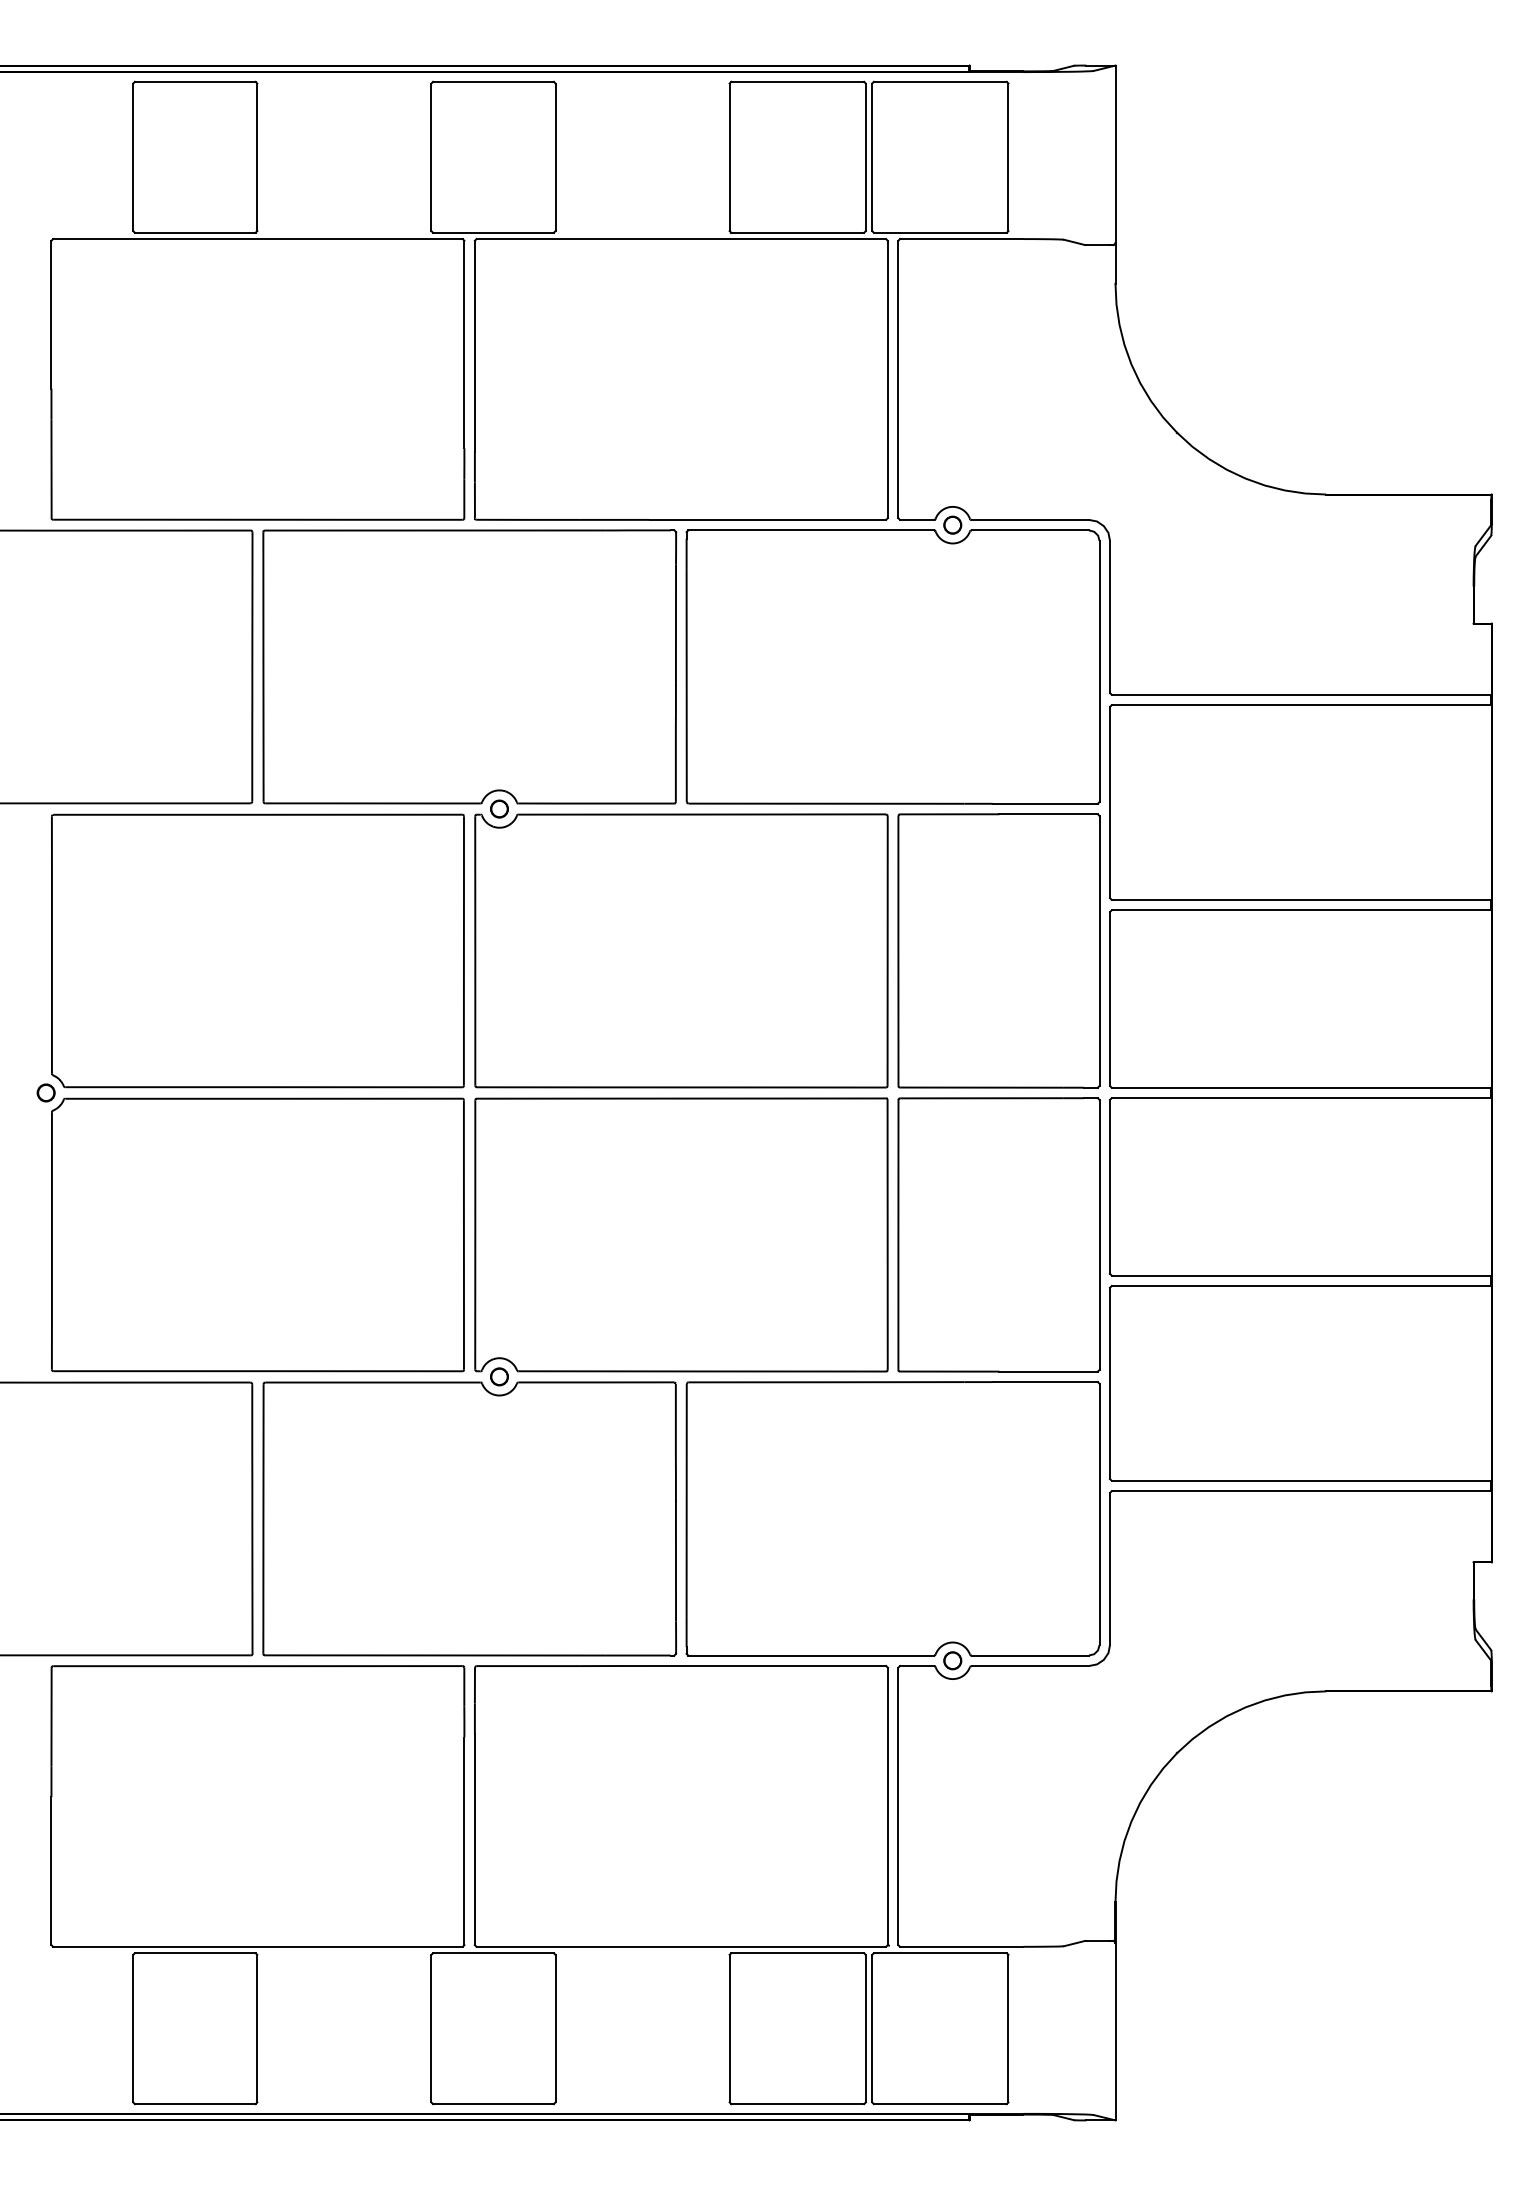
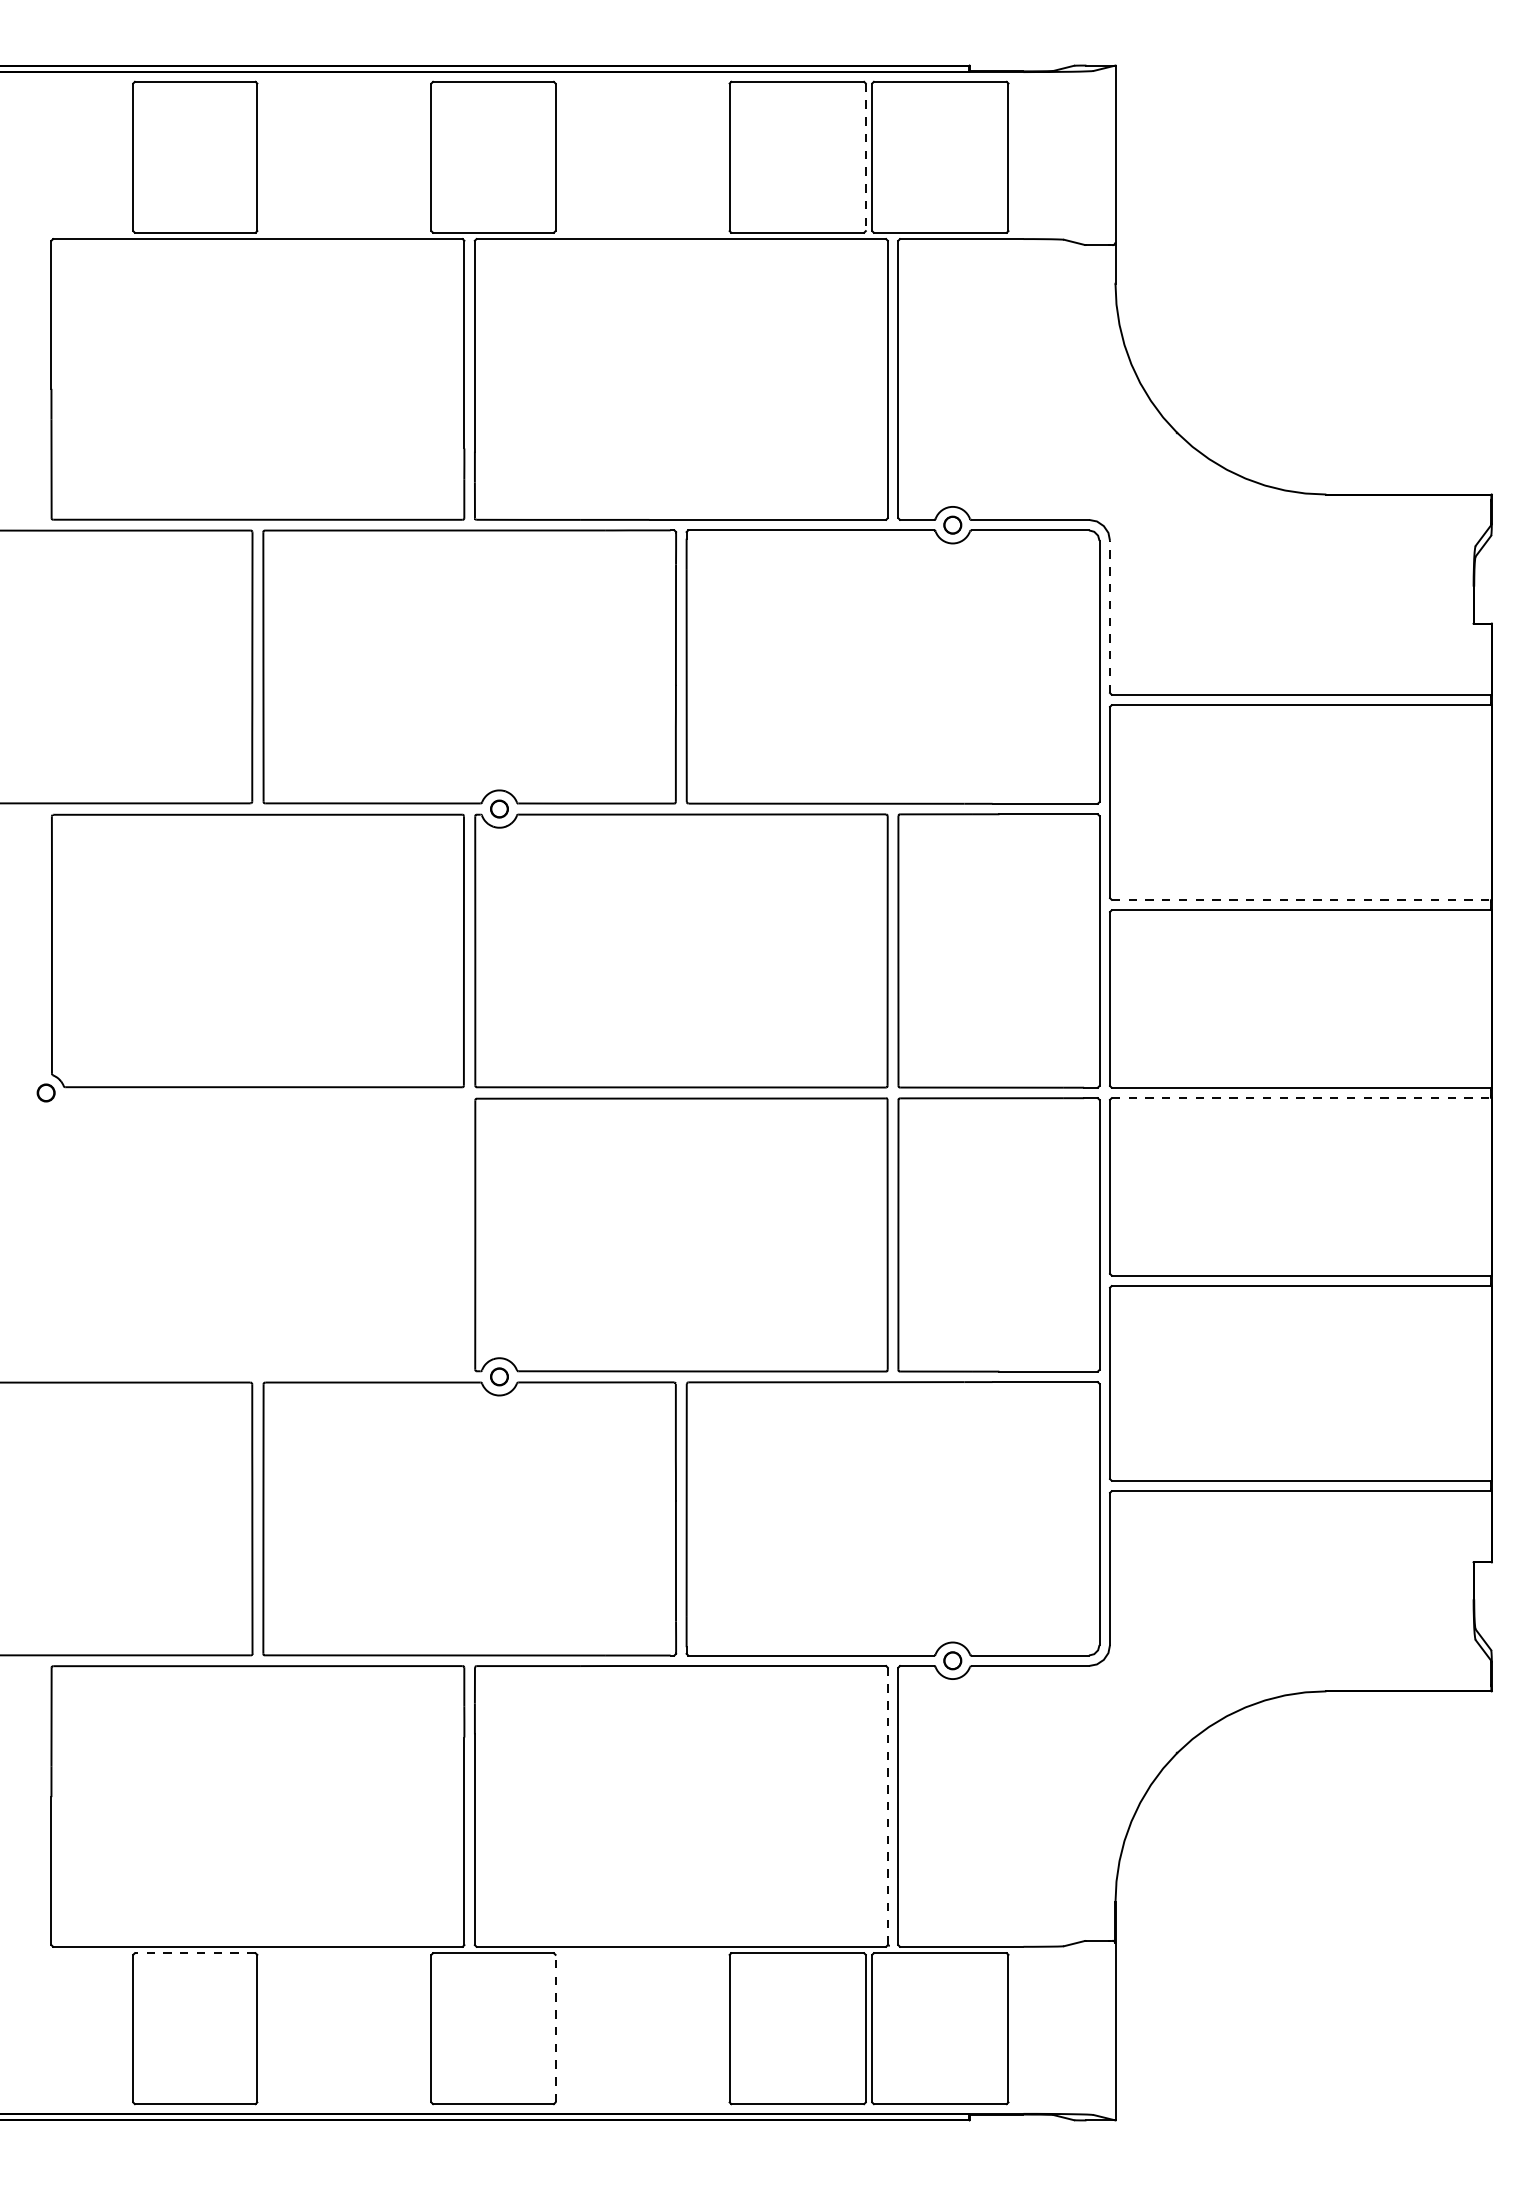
line at (865, 157): solid -> dashed
line at (1110, 616): solid -> dashed
line at (1301, 899): solid -> dashed
line at (1301, 1098): solid -> dashed
part at (257, 1234): present -> none
line at (887, 1806): solid -> dashed
line at (194, 1953): solid -> dashed
line at (555, 2028): solid -> dashed
